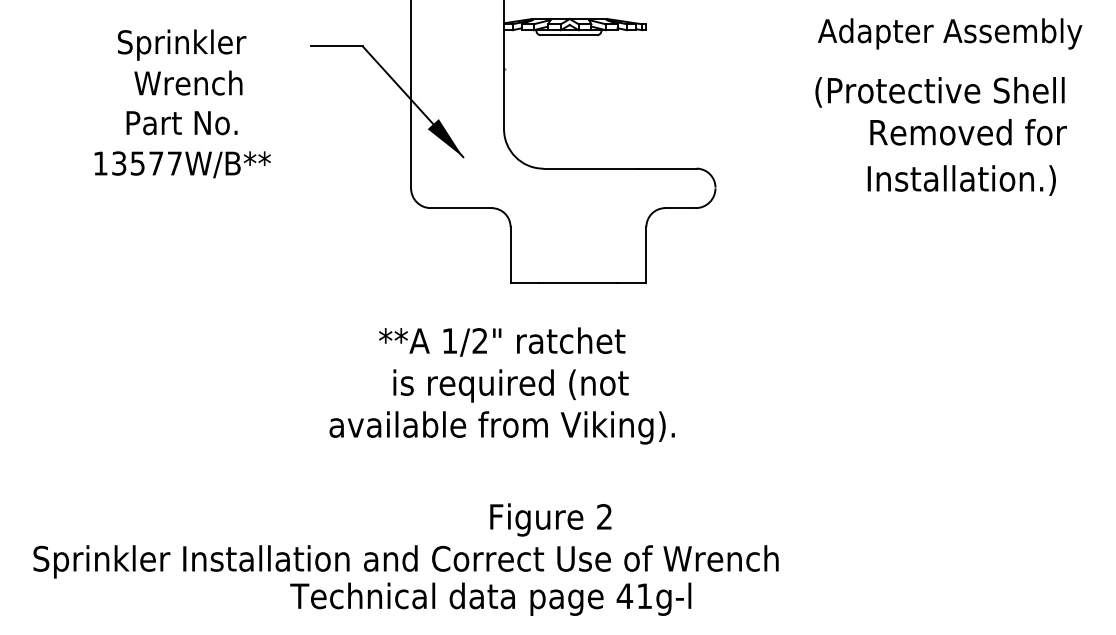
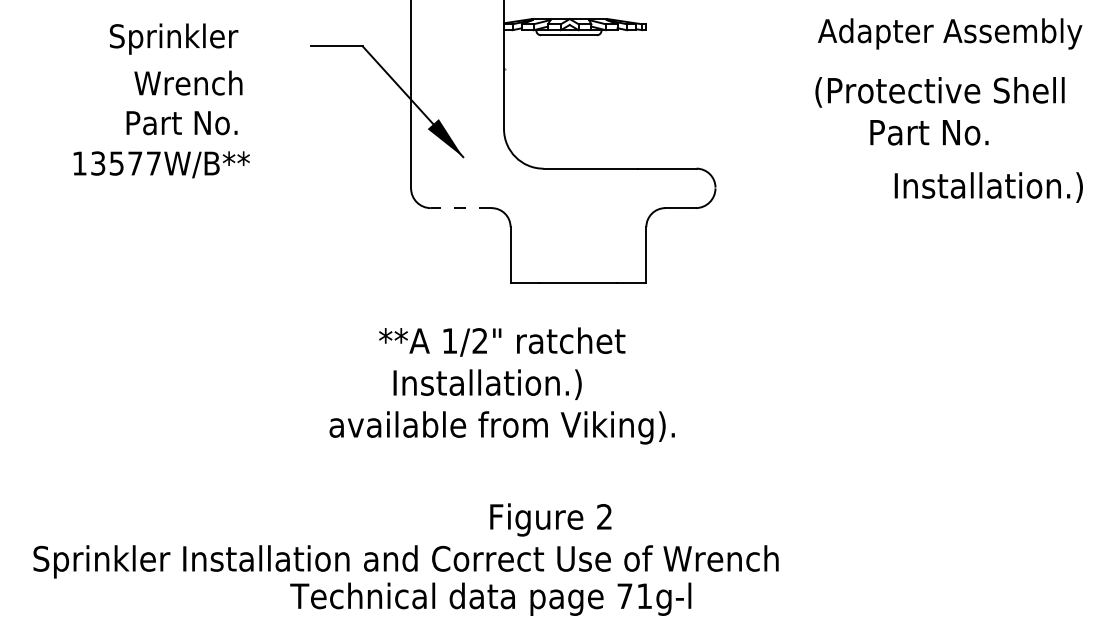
text at (182, 44) position: (182, 44) -> (174, 38)
text at (969, 132): Removed for -> Part No.
text at (182, 164) position: (182, 164) -> (161, 164)
text at (961, 180) position: (961, 180) -> (988, 187)
line at (460, 208): solid -> dashed
text at (510, 385): is required (not -> Installation.)
text at (624, 595): 41g-l -> 71g-l
